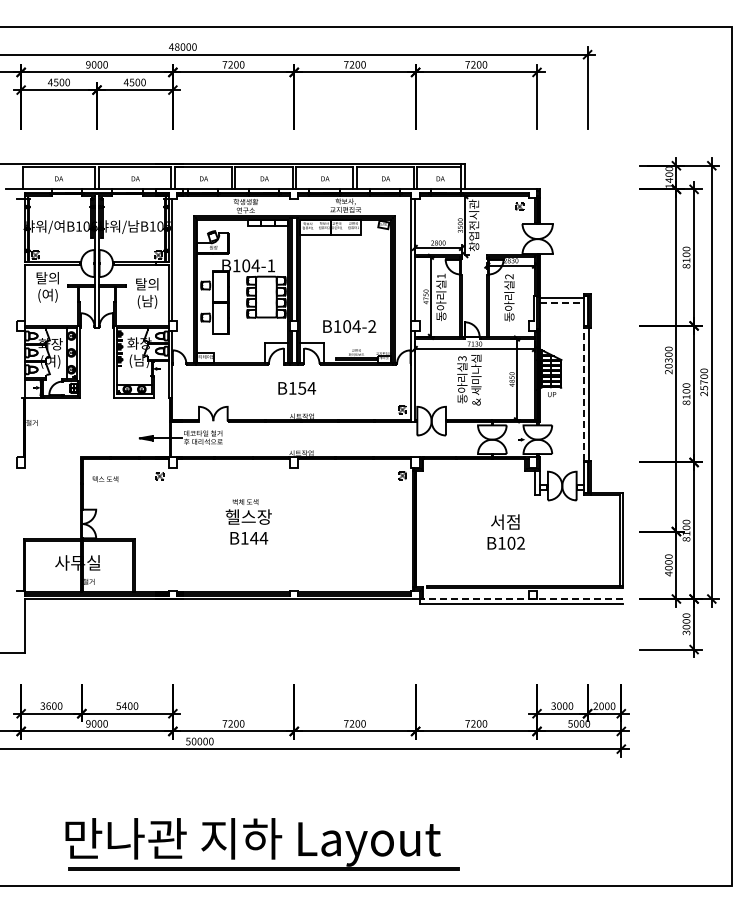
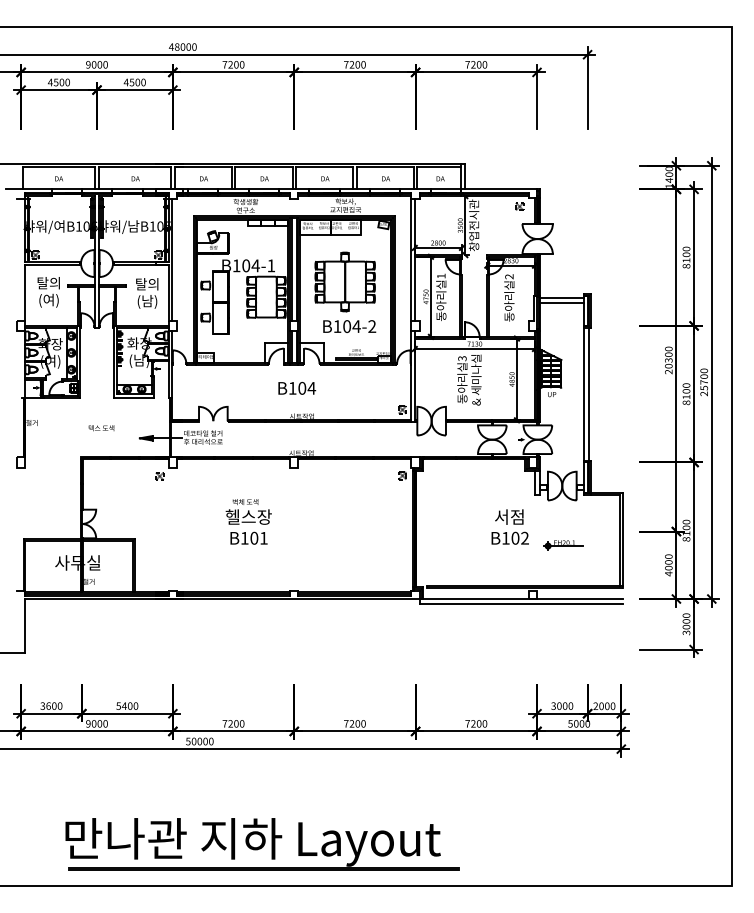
part at (344, 281): none -> present
text at (47, 287) position: (47, 287) -> (48, 292)
line at (562, 303): dashed -> solid
text at (302, 387): B154 -> B104
line at (584, 394): dashed -> solid
text at (105, 479) position: (105, 479) -> (101, 428)
text at (505, 531) position: (505, 531) -> (509, 526)
text at (259, 537): B144 -> B101
part at (563, 545): none -> present
line at (521, 599): dashed -> solid
